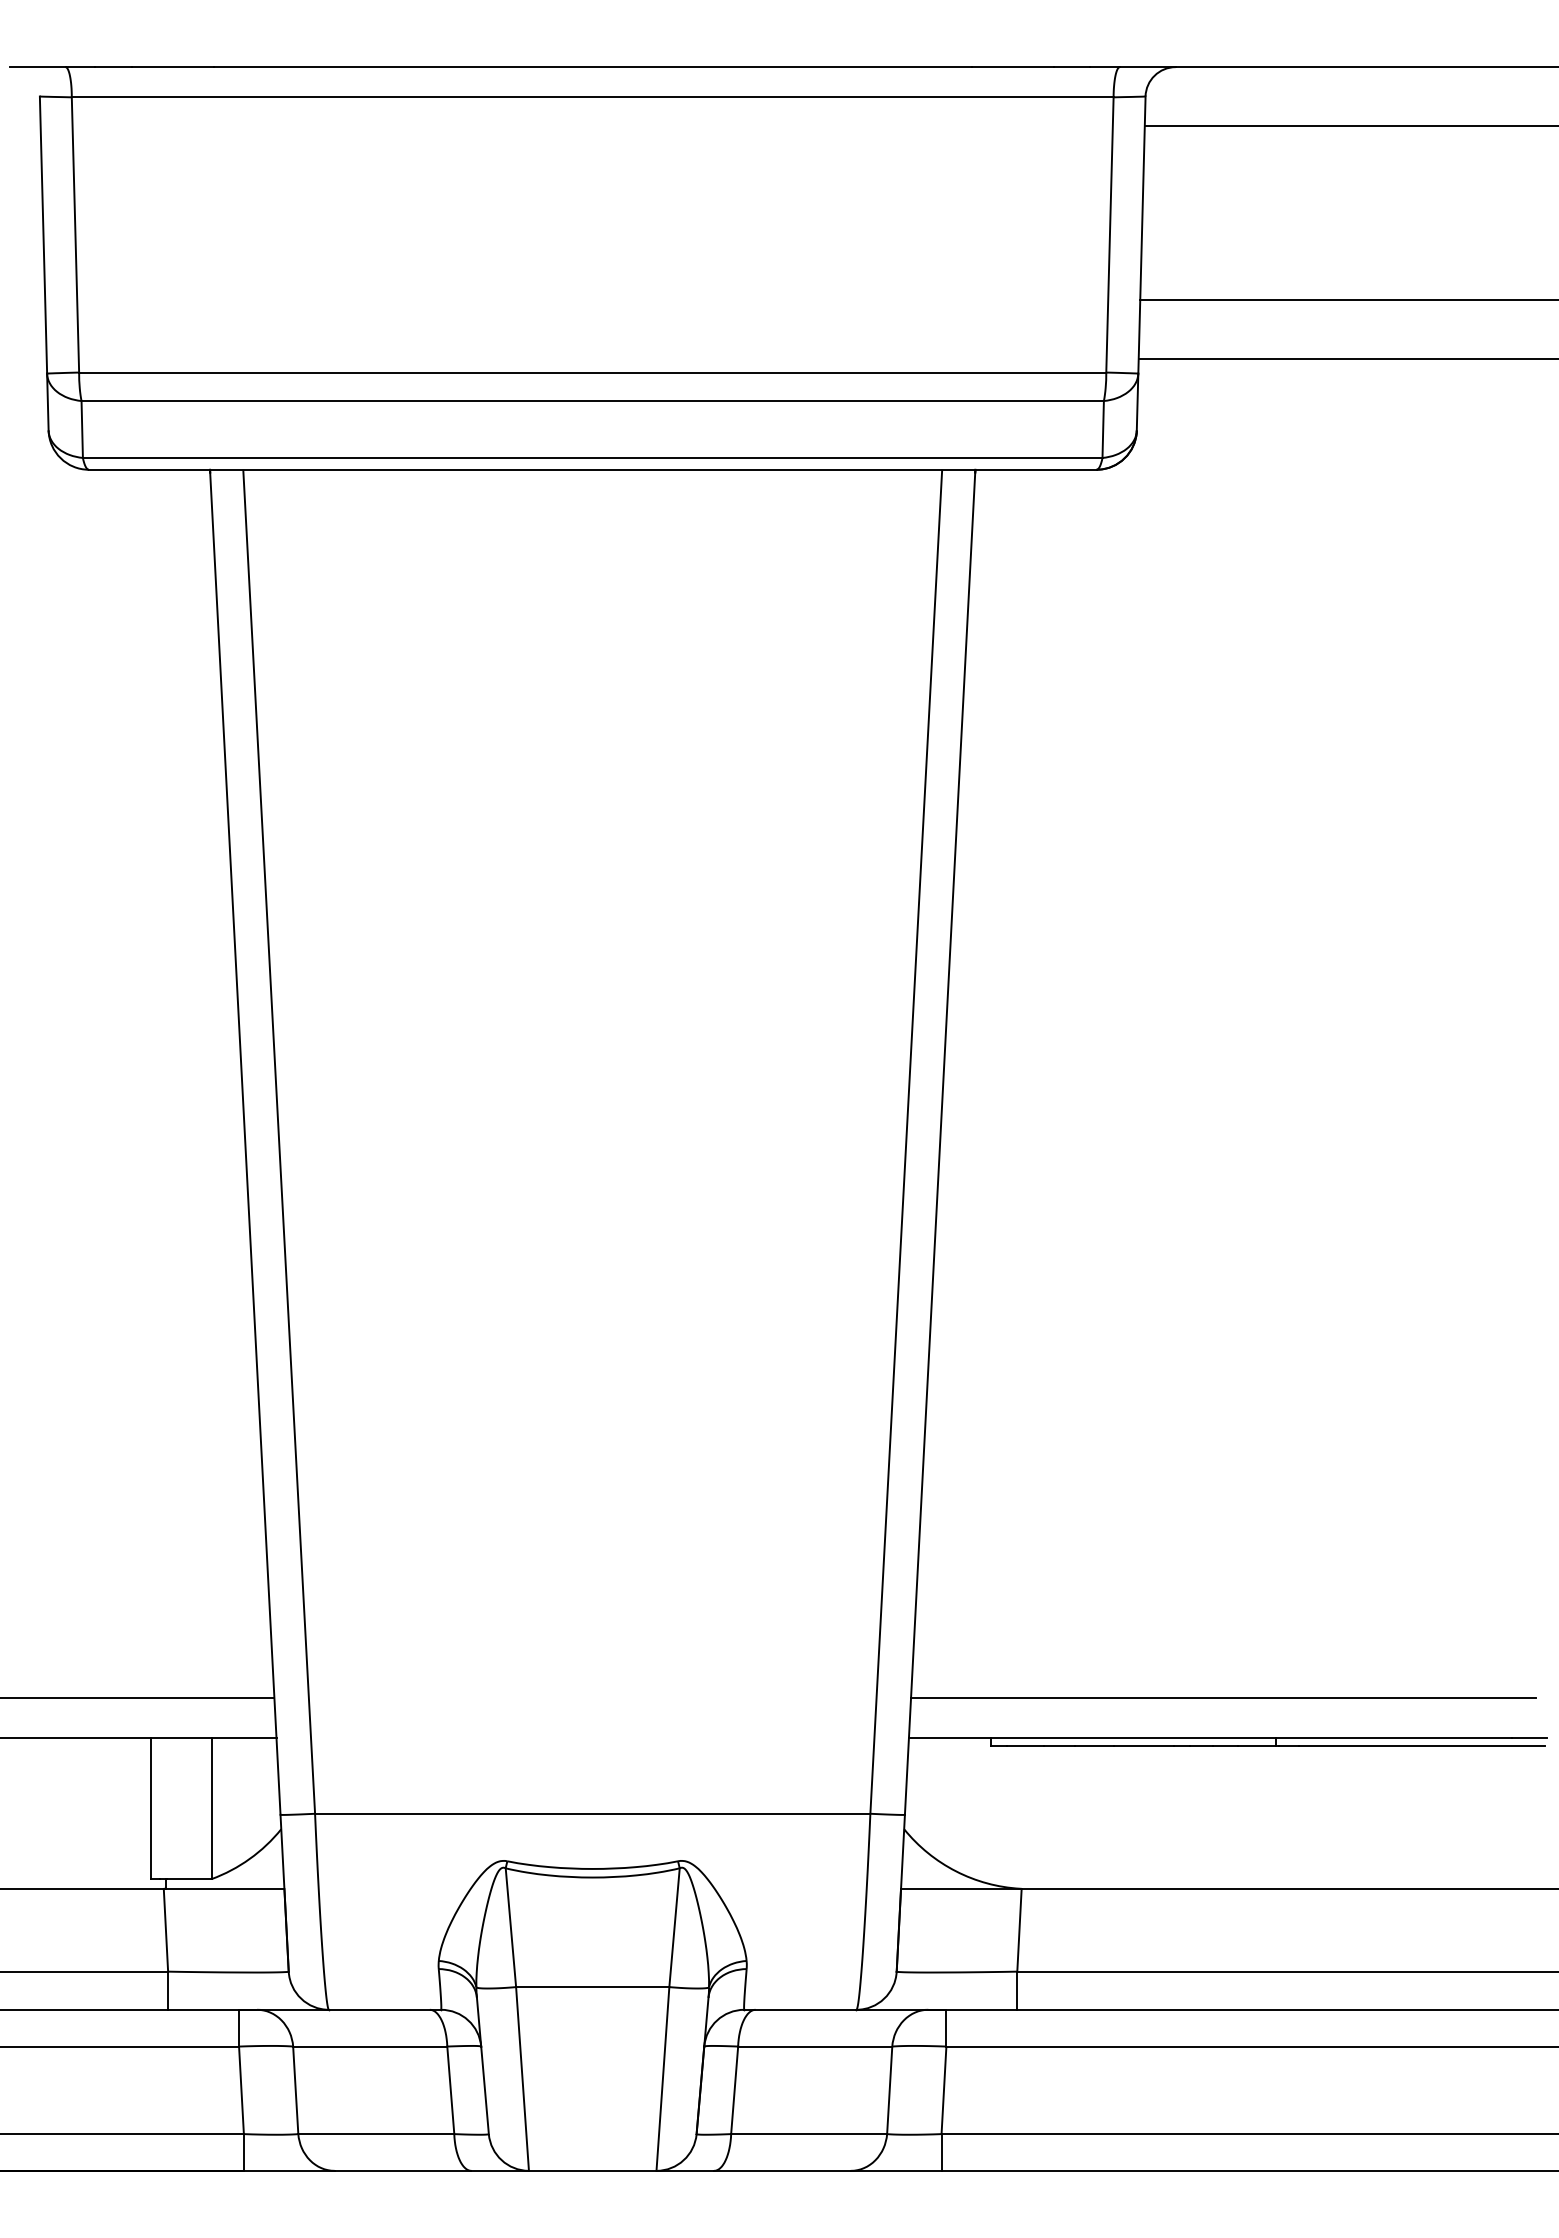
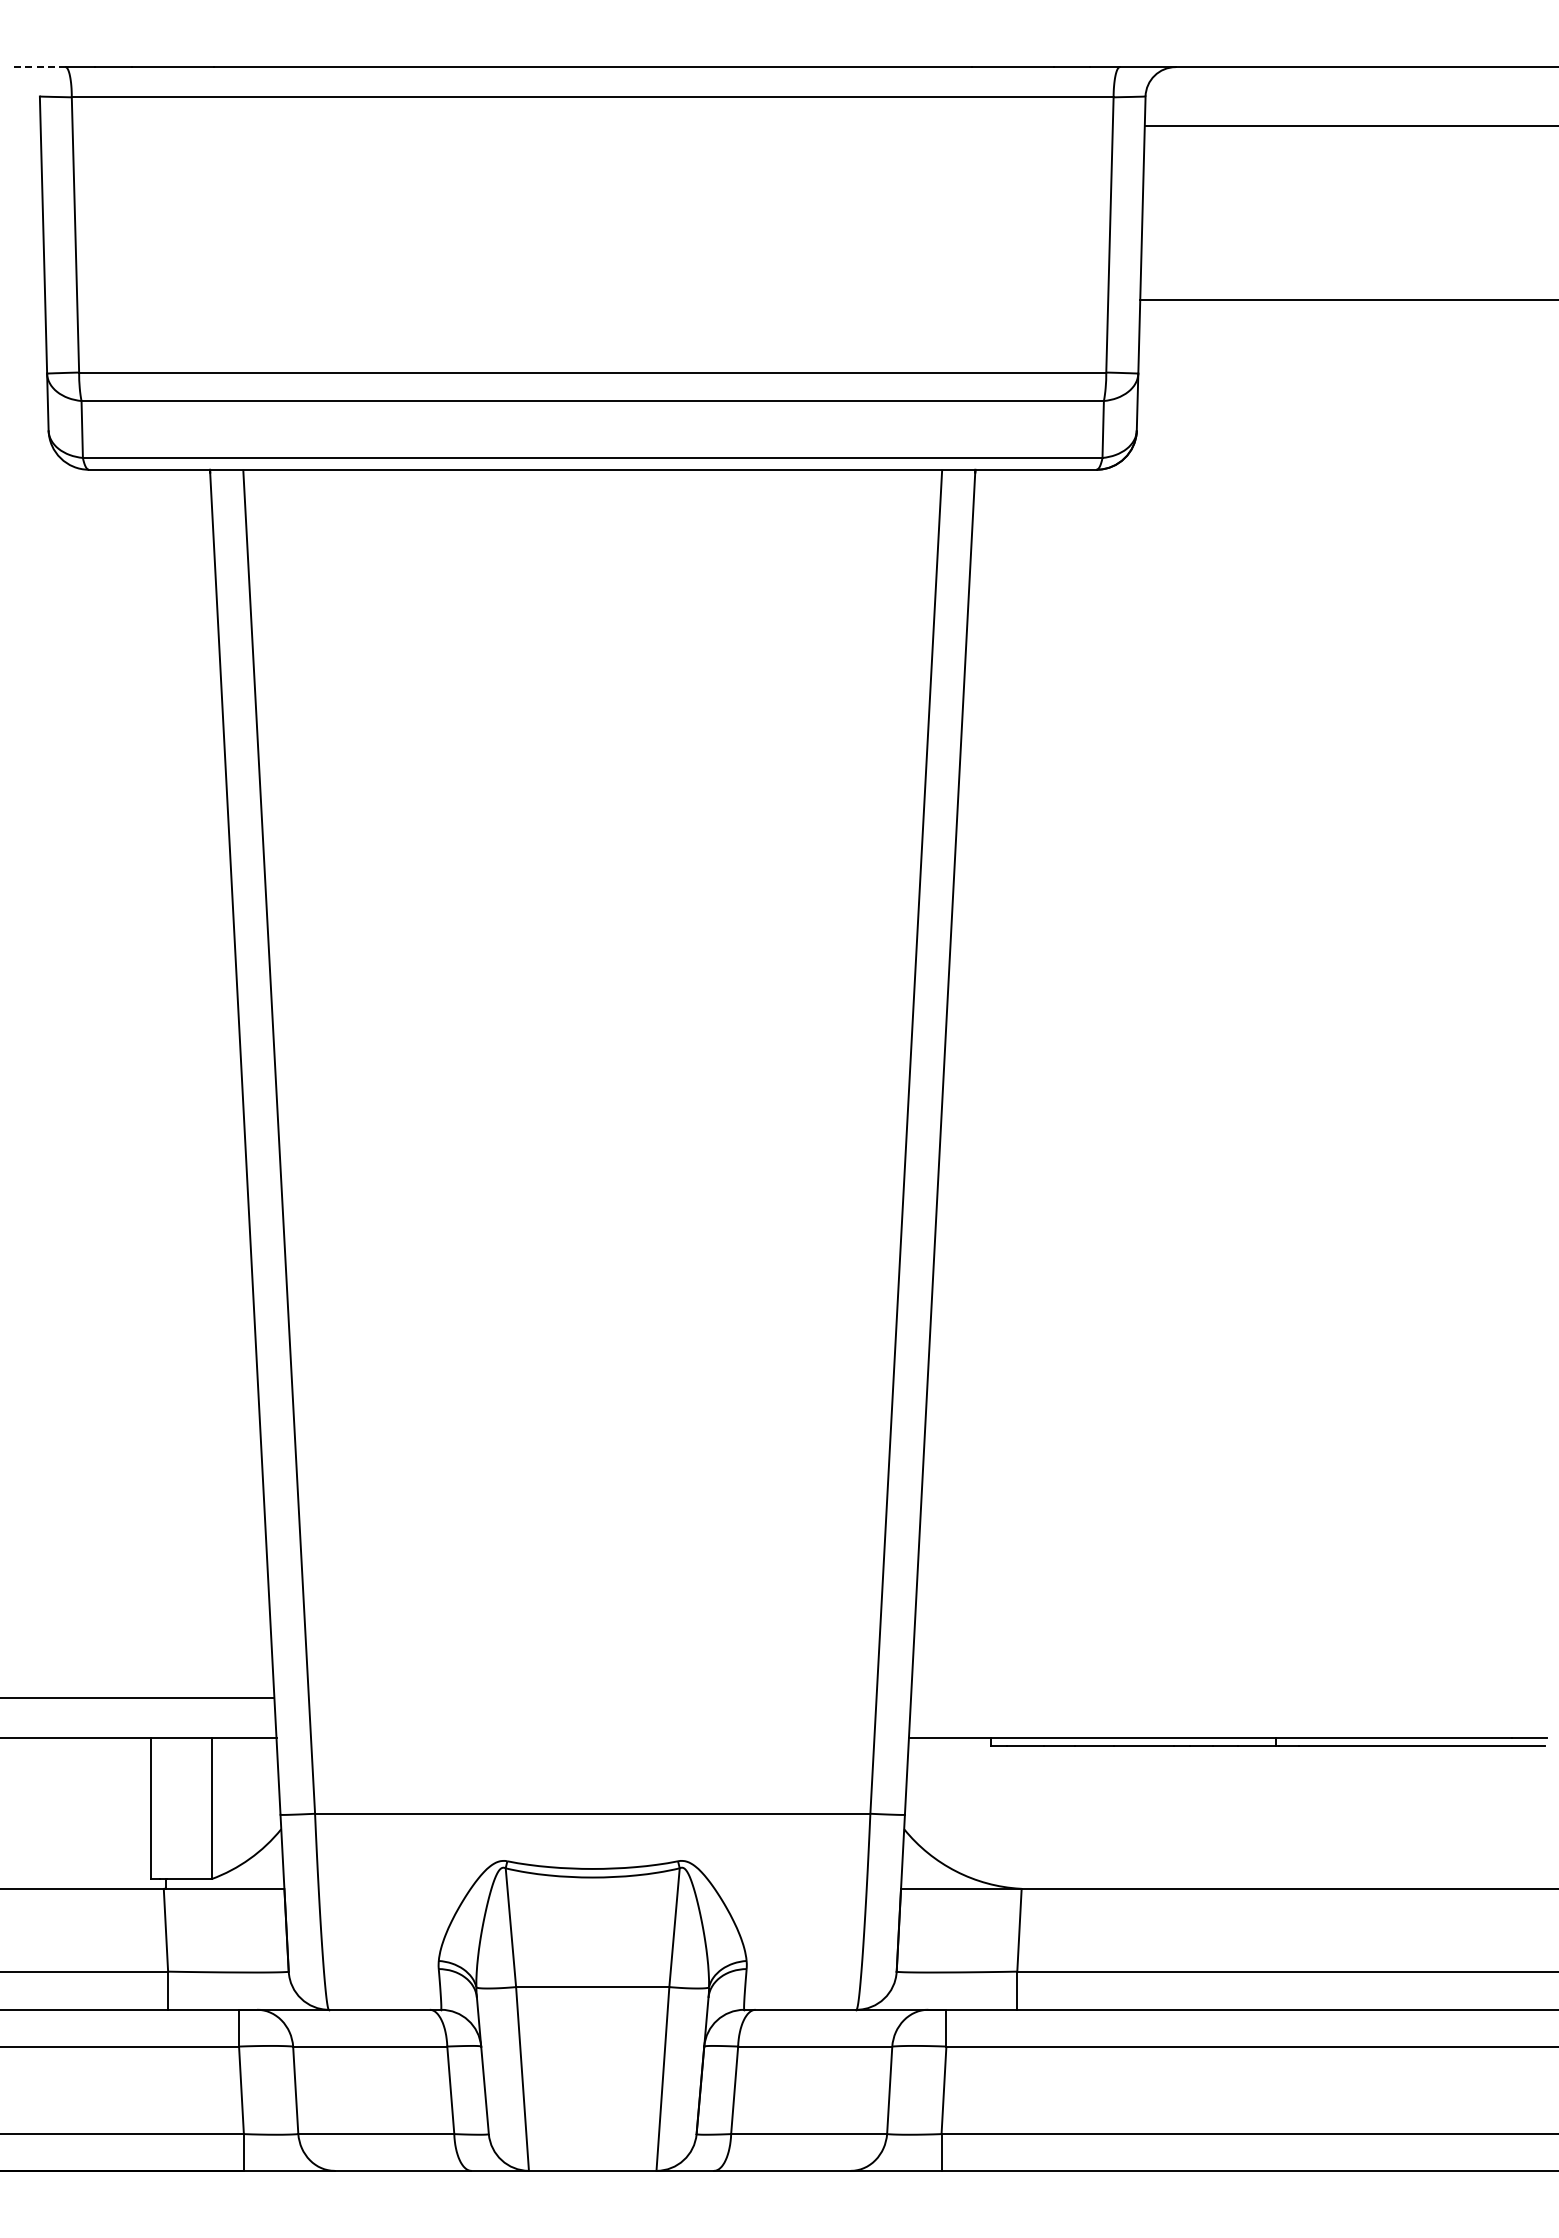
line at (37, 67): solid -> dashed
line at (1346, 359): present -> none
line at (1223, 1698): present -> none
